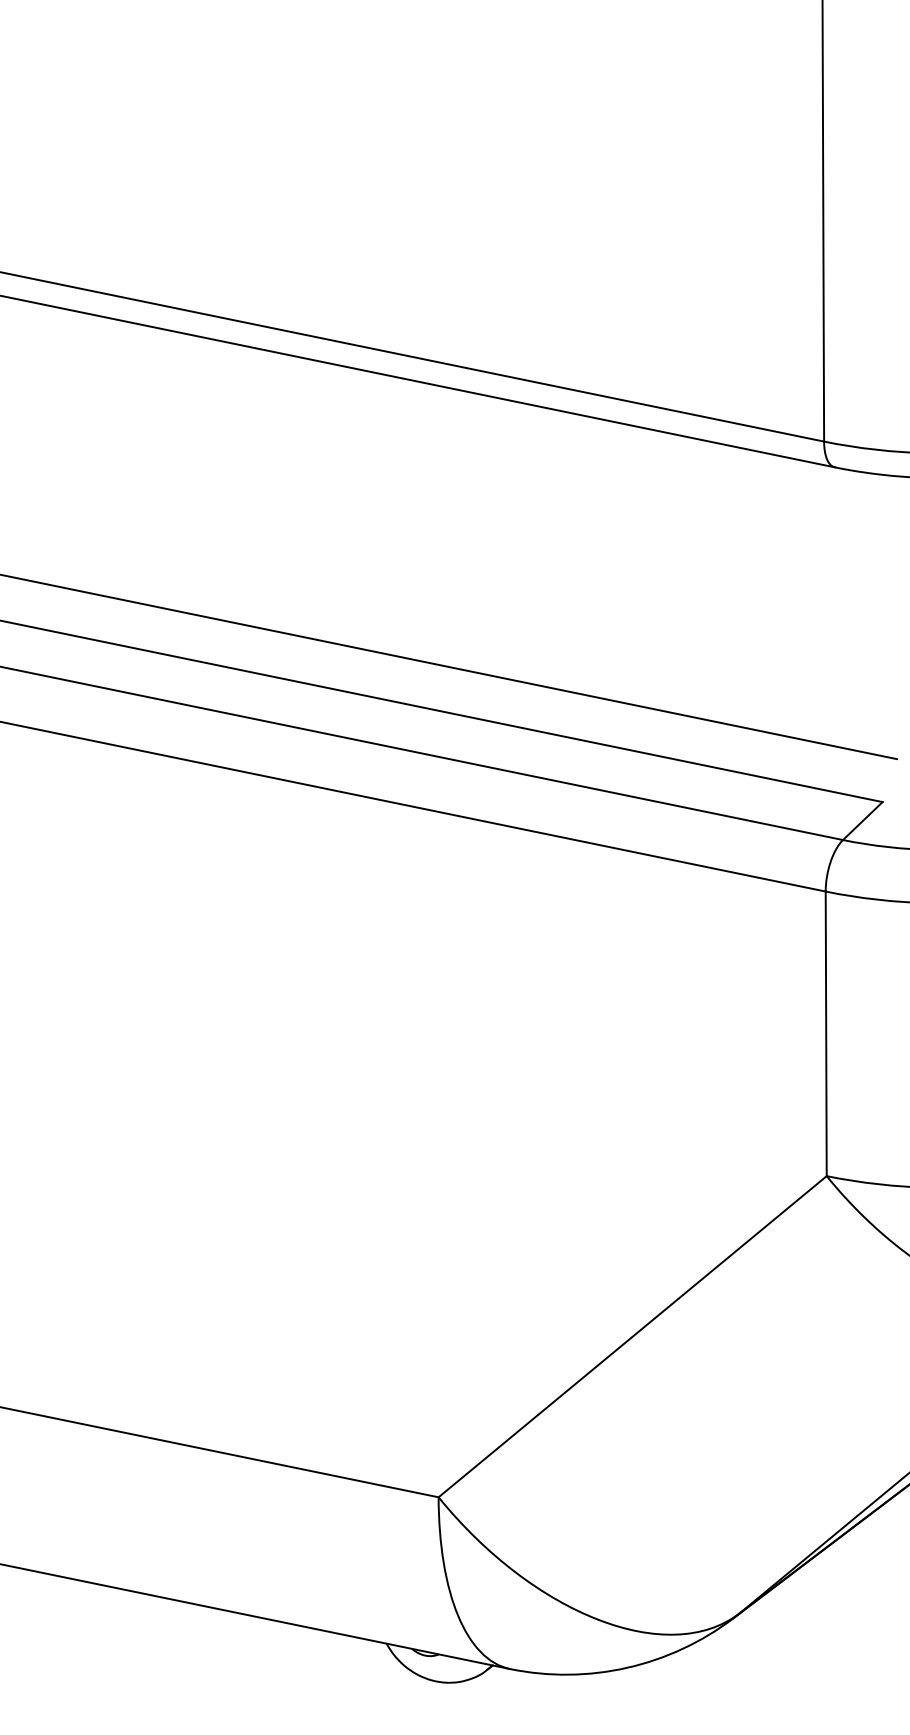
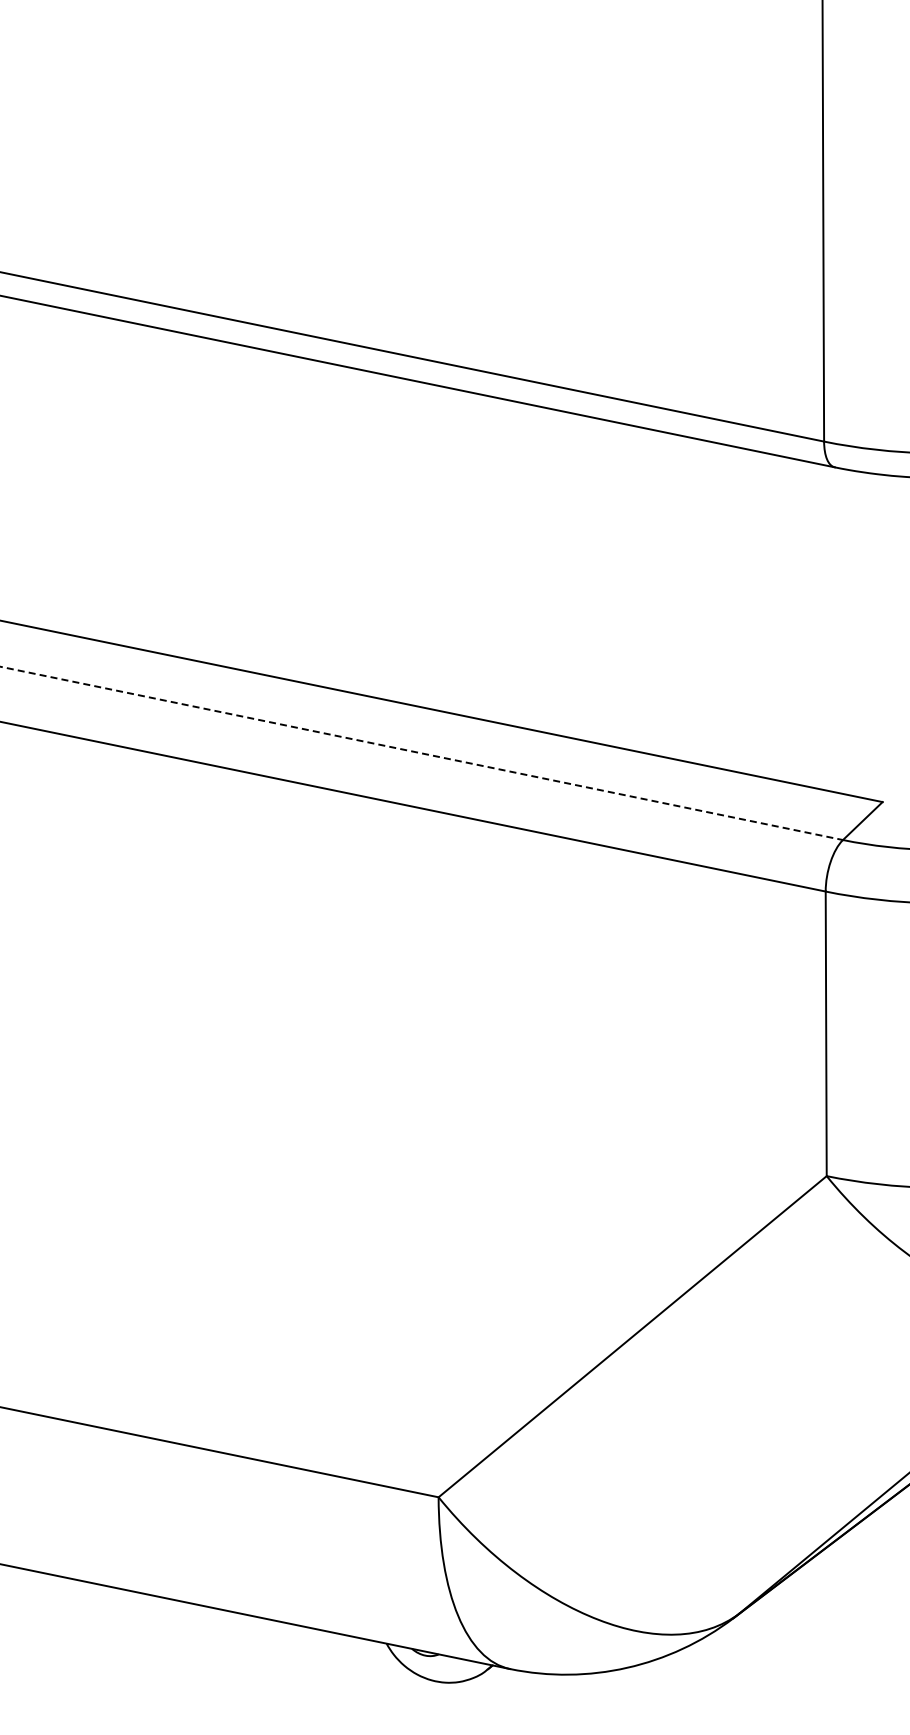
line at (449, 667): present -> none
line at (421, 753): solid -> dashed
